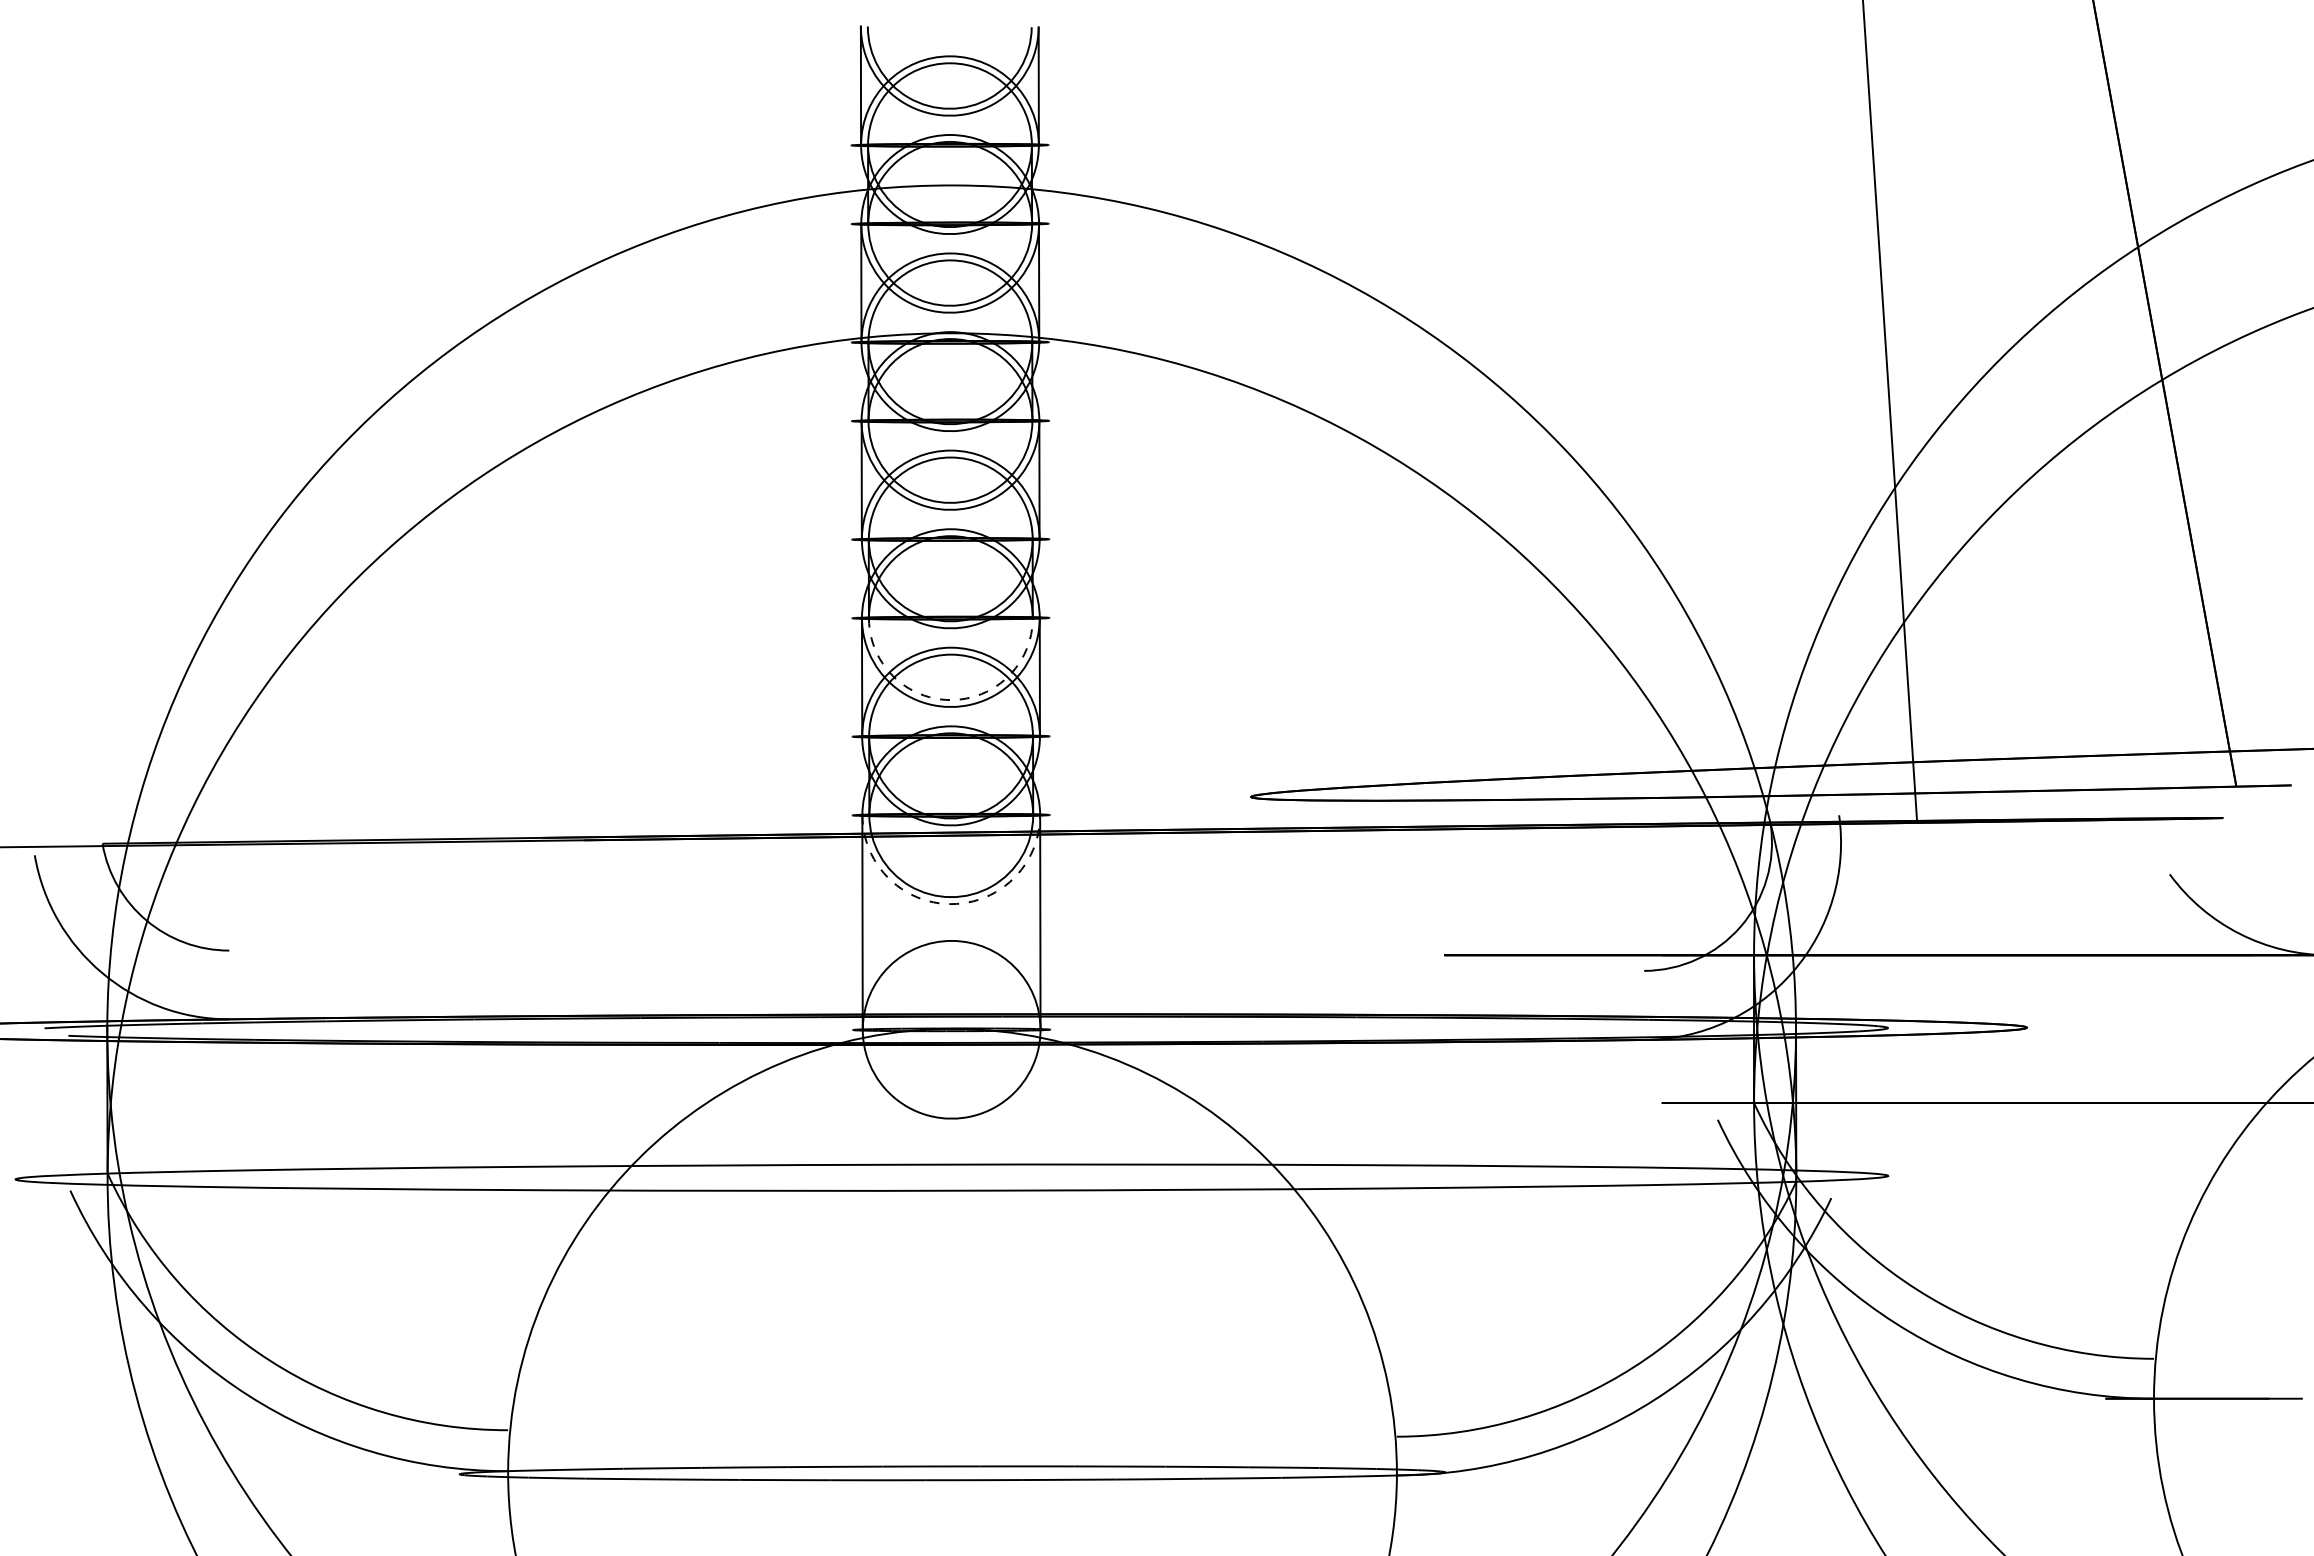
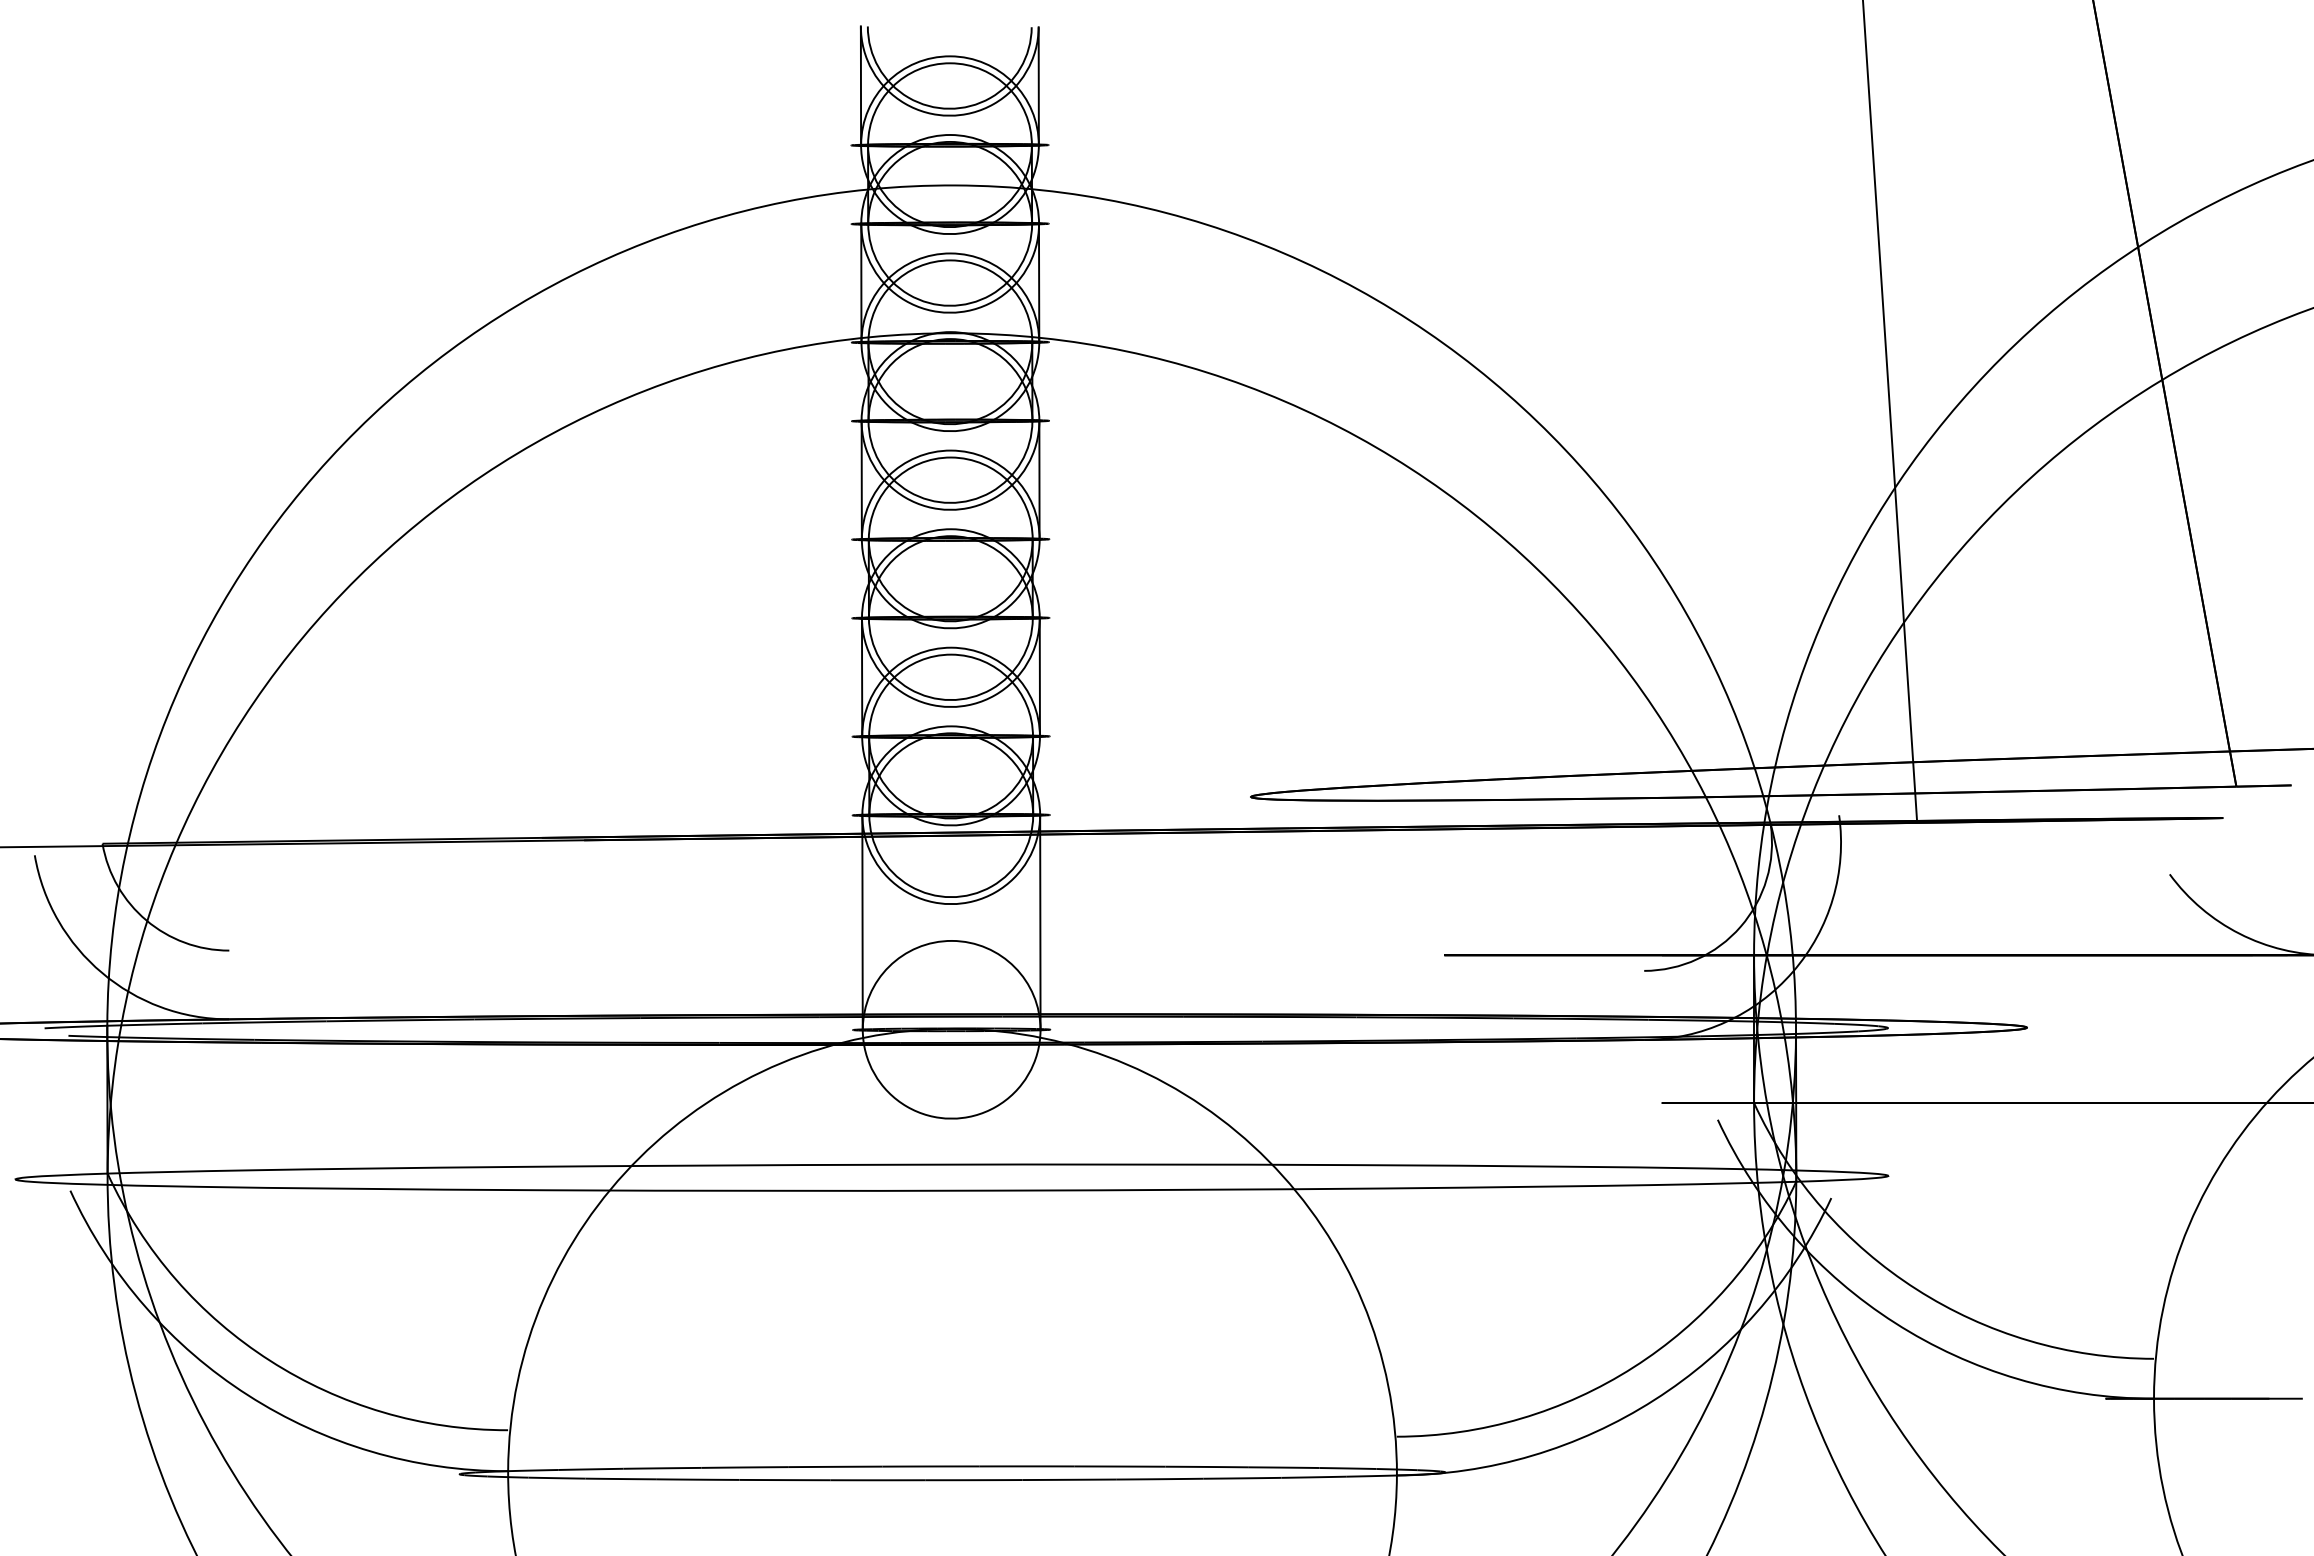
arc at (950, 700): dashed -> solid
arc at (950, 904): dashed -> solid
